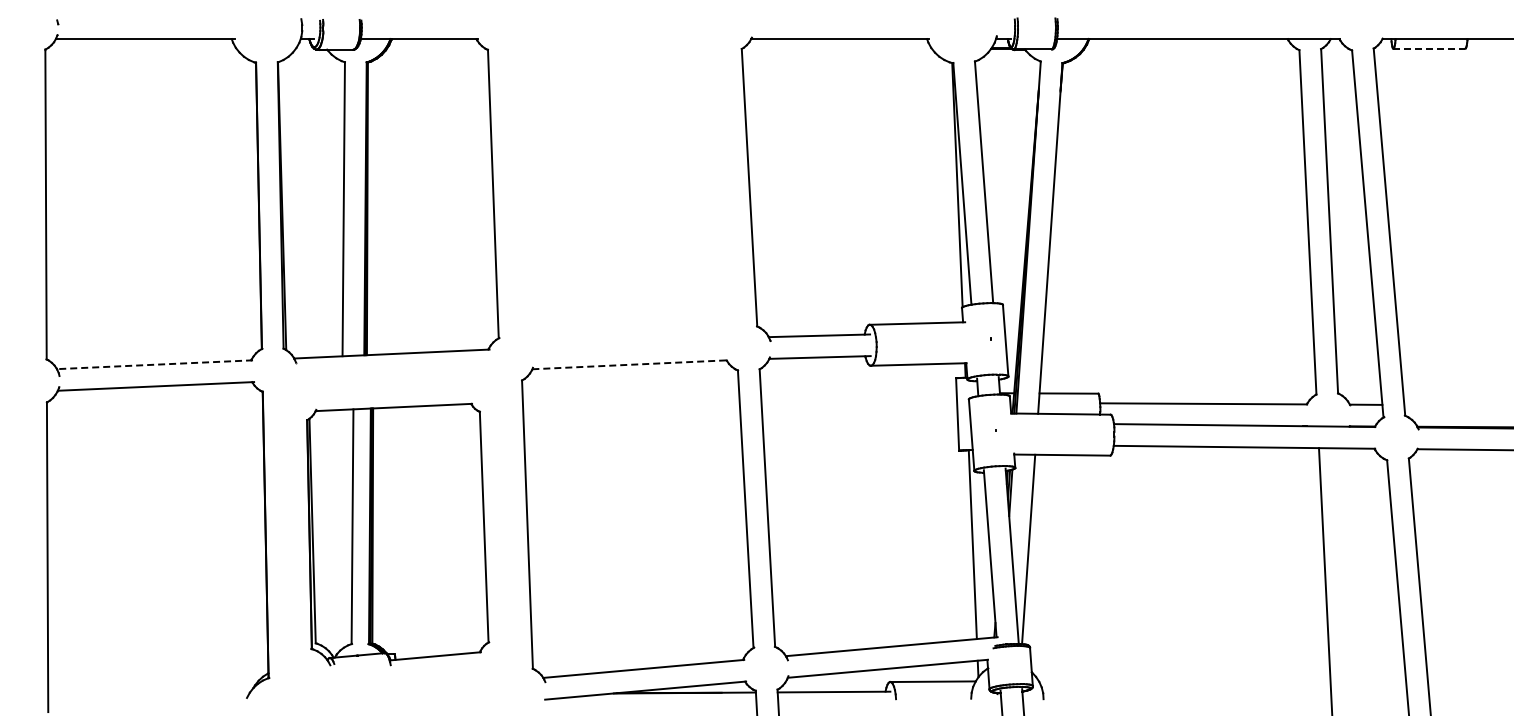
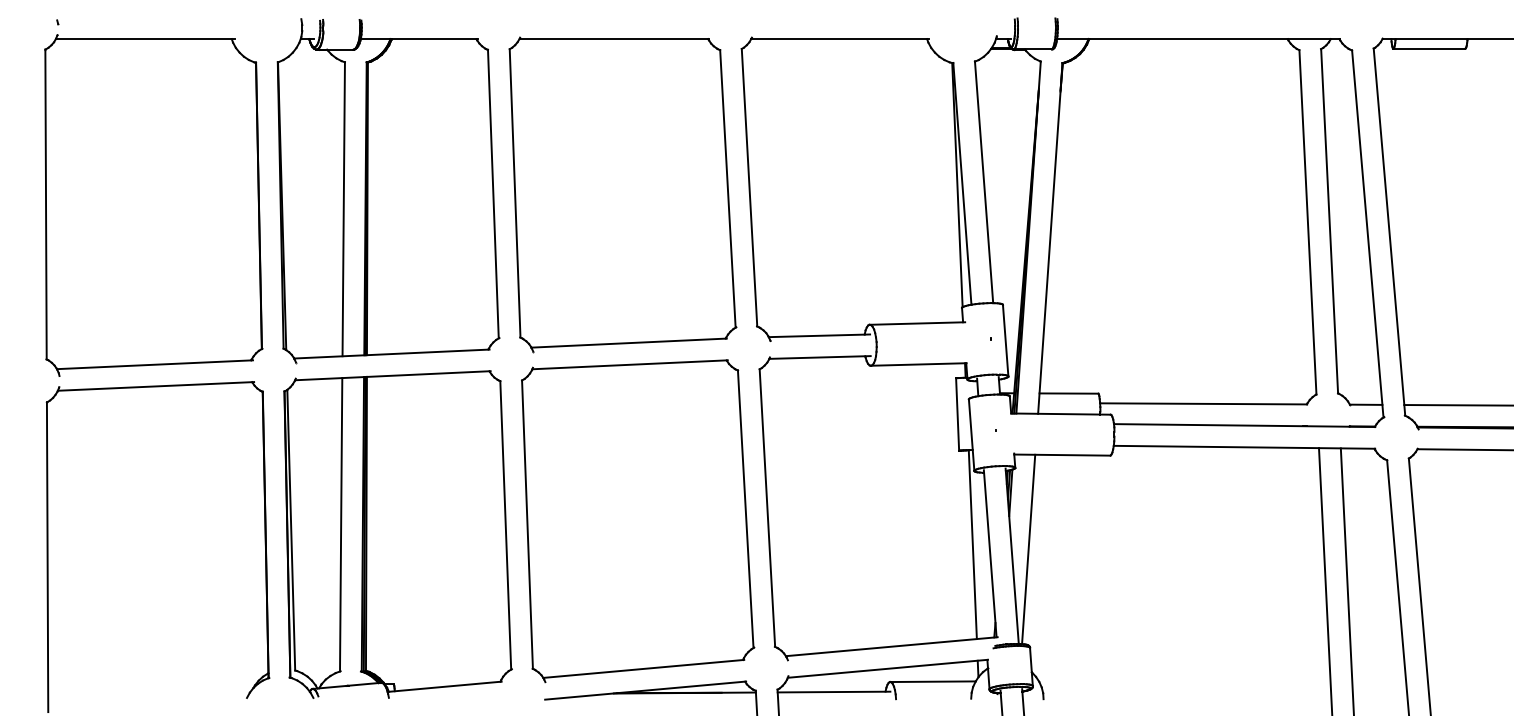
line at (1429, 48): dashed -> solid
part at (622, 194): none -> present
line at (154, 364): dashed -> solid
line at (630, 364): dashed -> solid
line at (1457, 405): none -> present
part at (398, 534) size: 185x265 px -> 230x329 px
line at (1346, 580): none -> present
